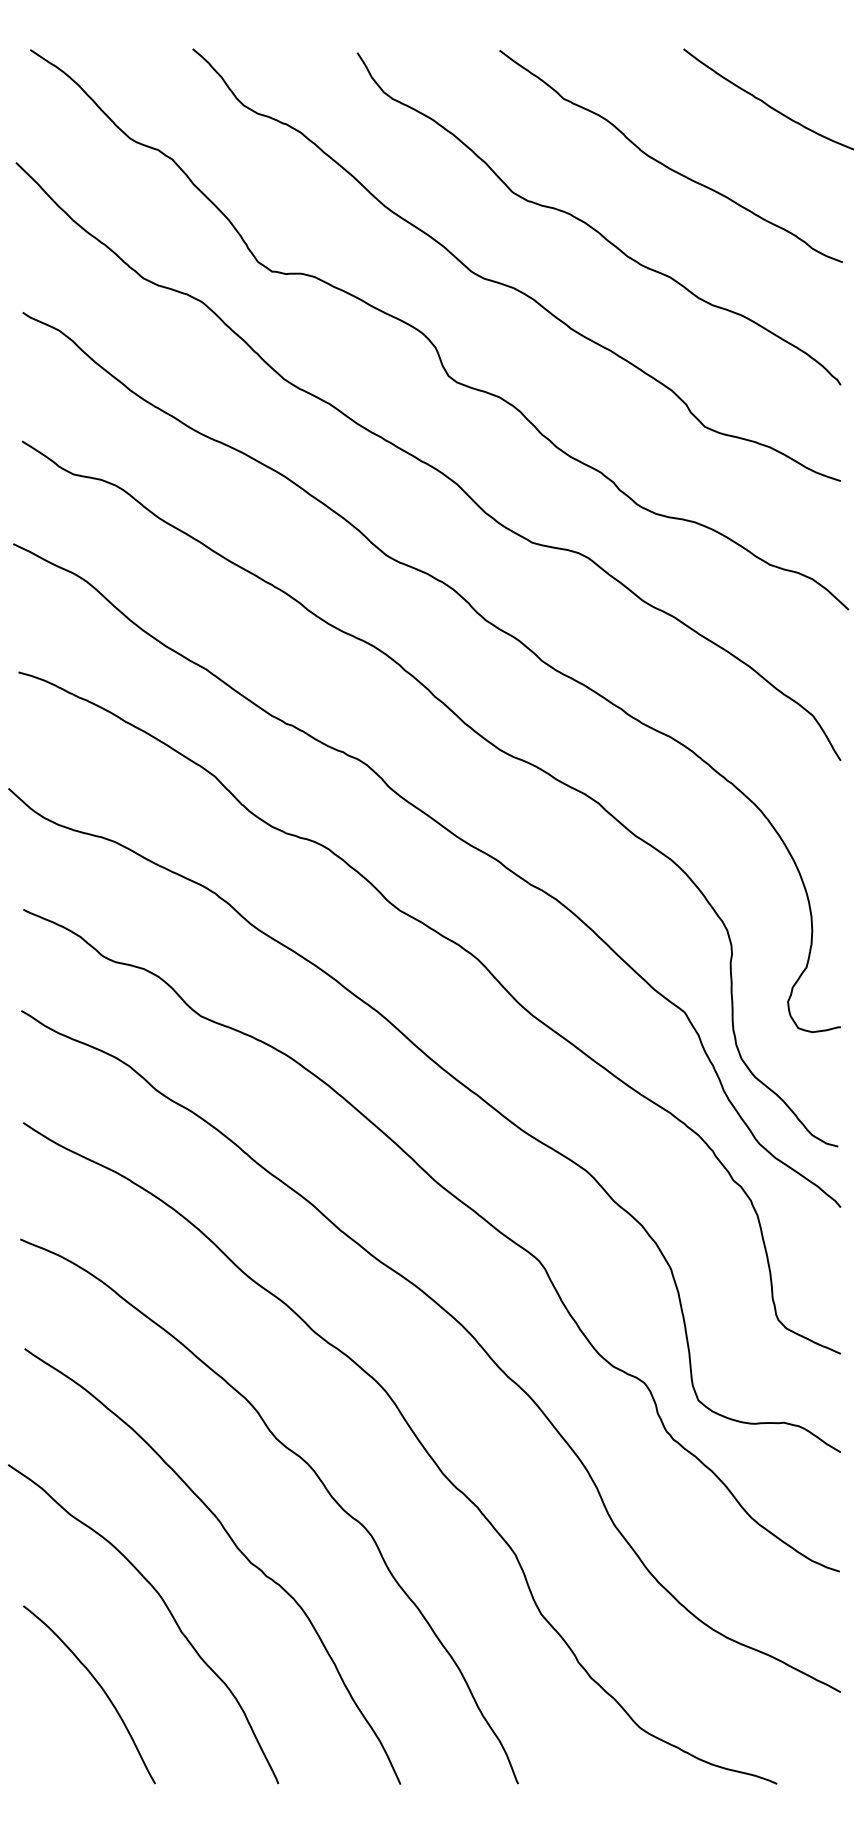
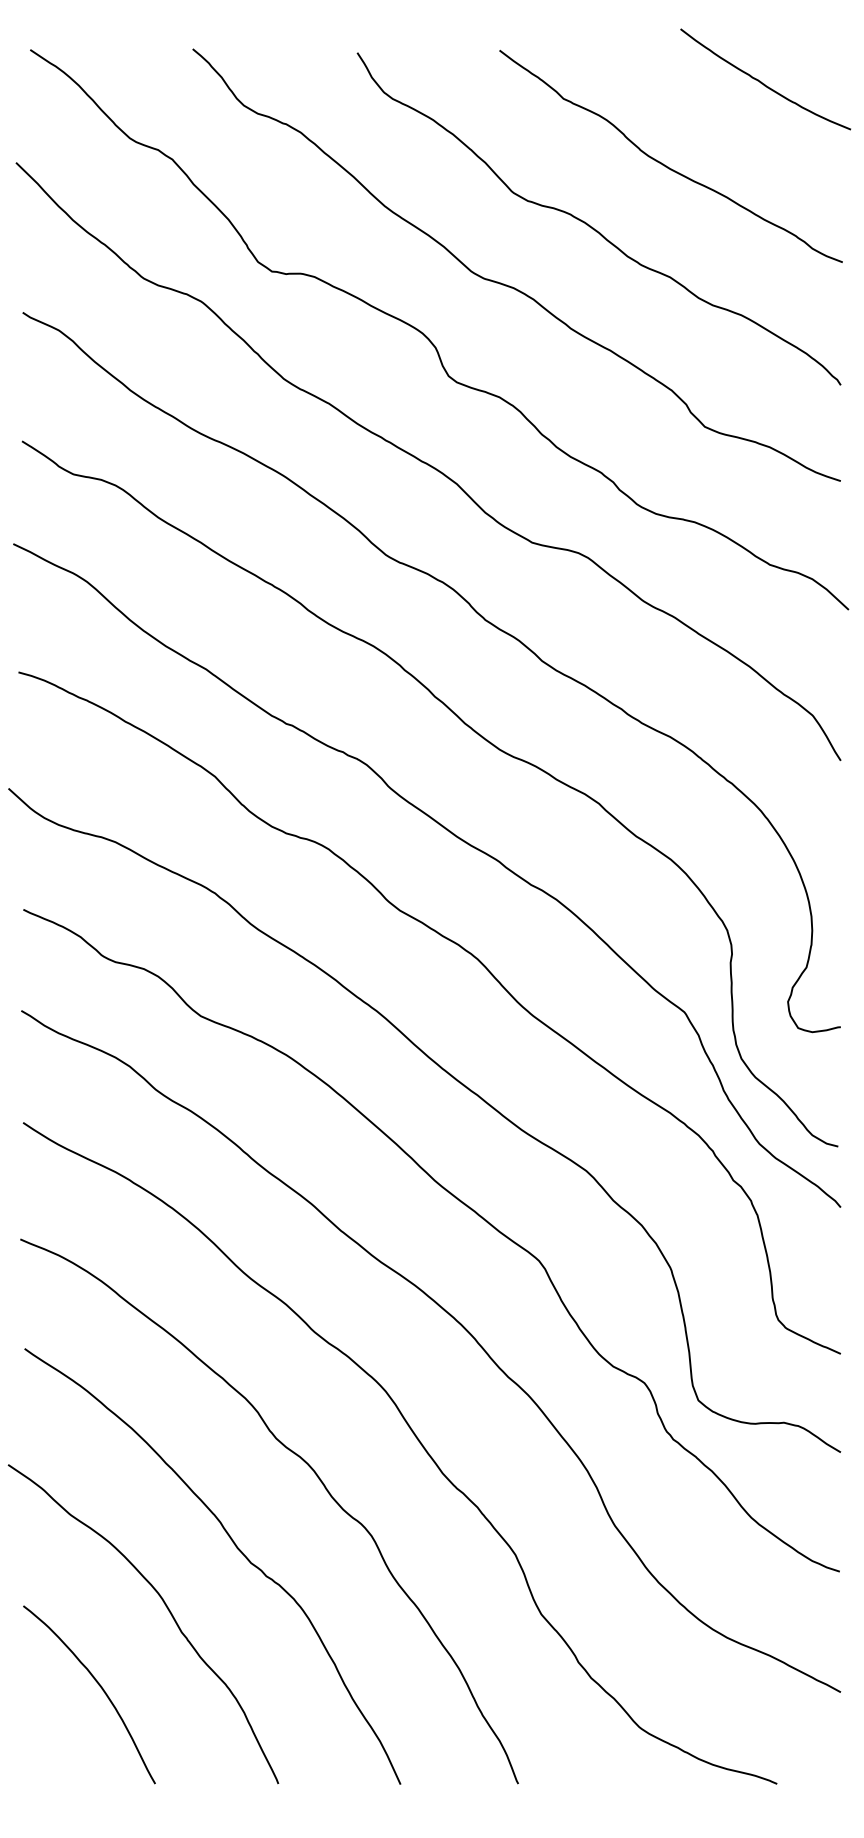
curve at (767, 103) position: (767, 103) -> (764, 83)
